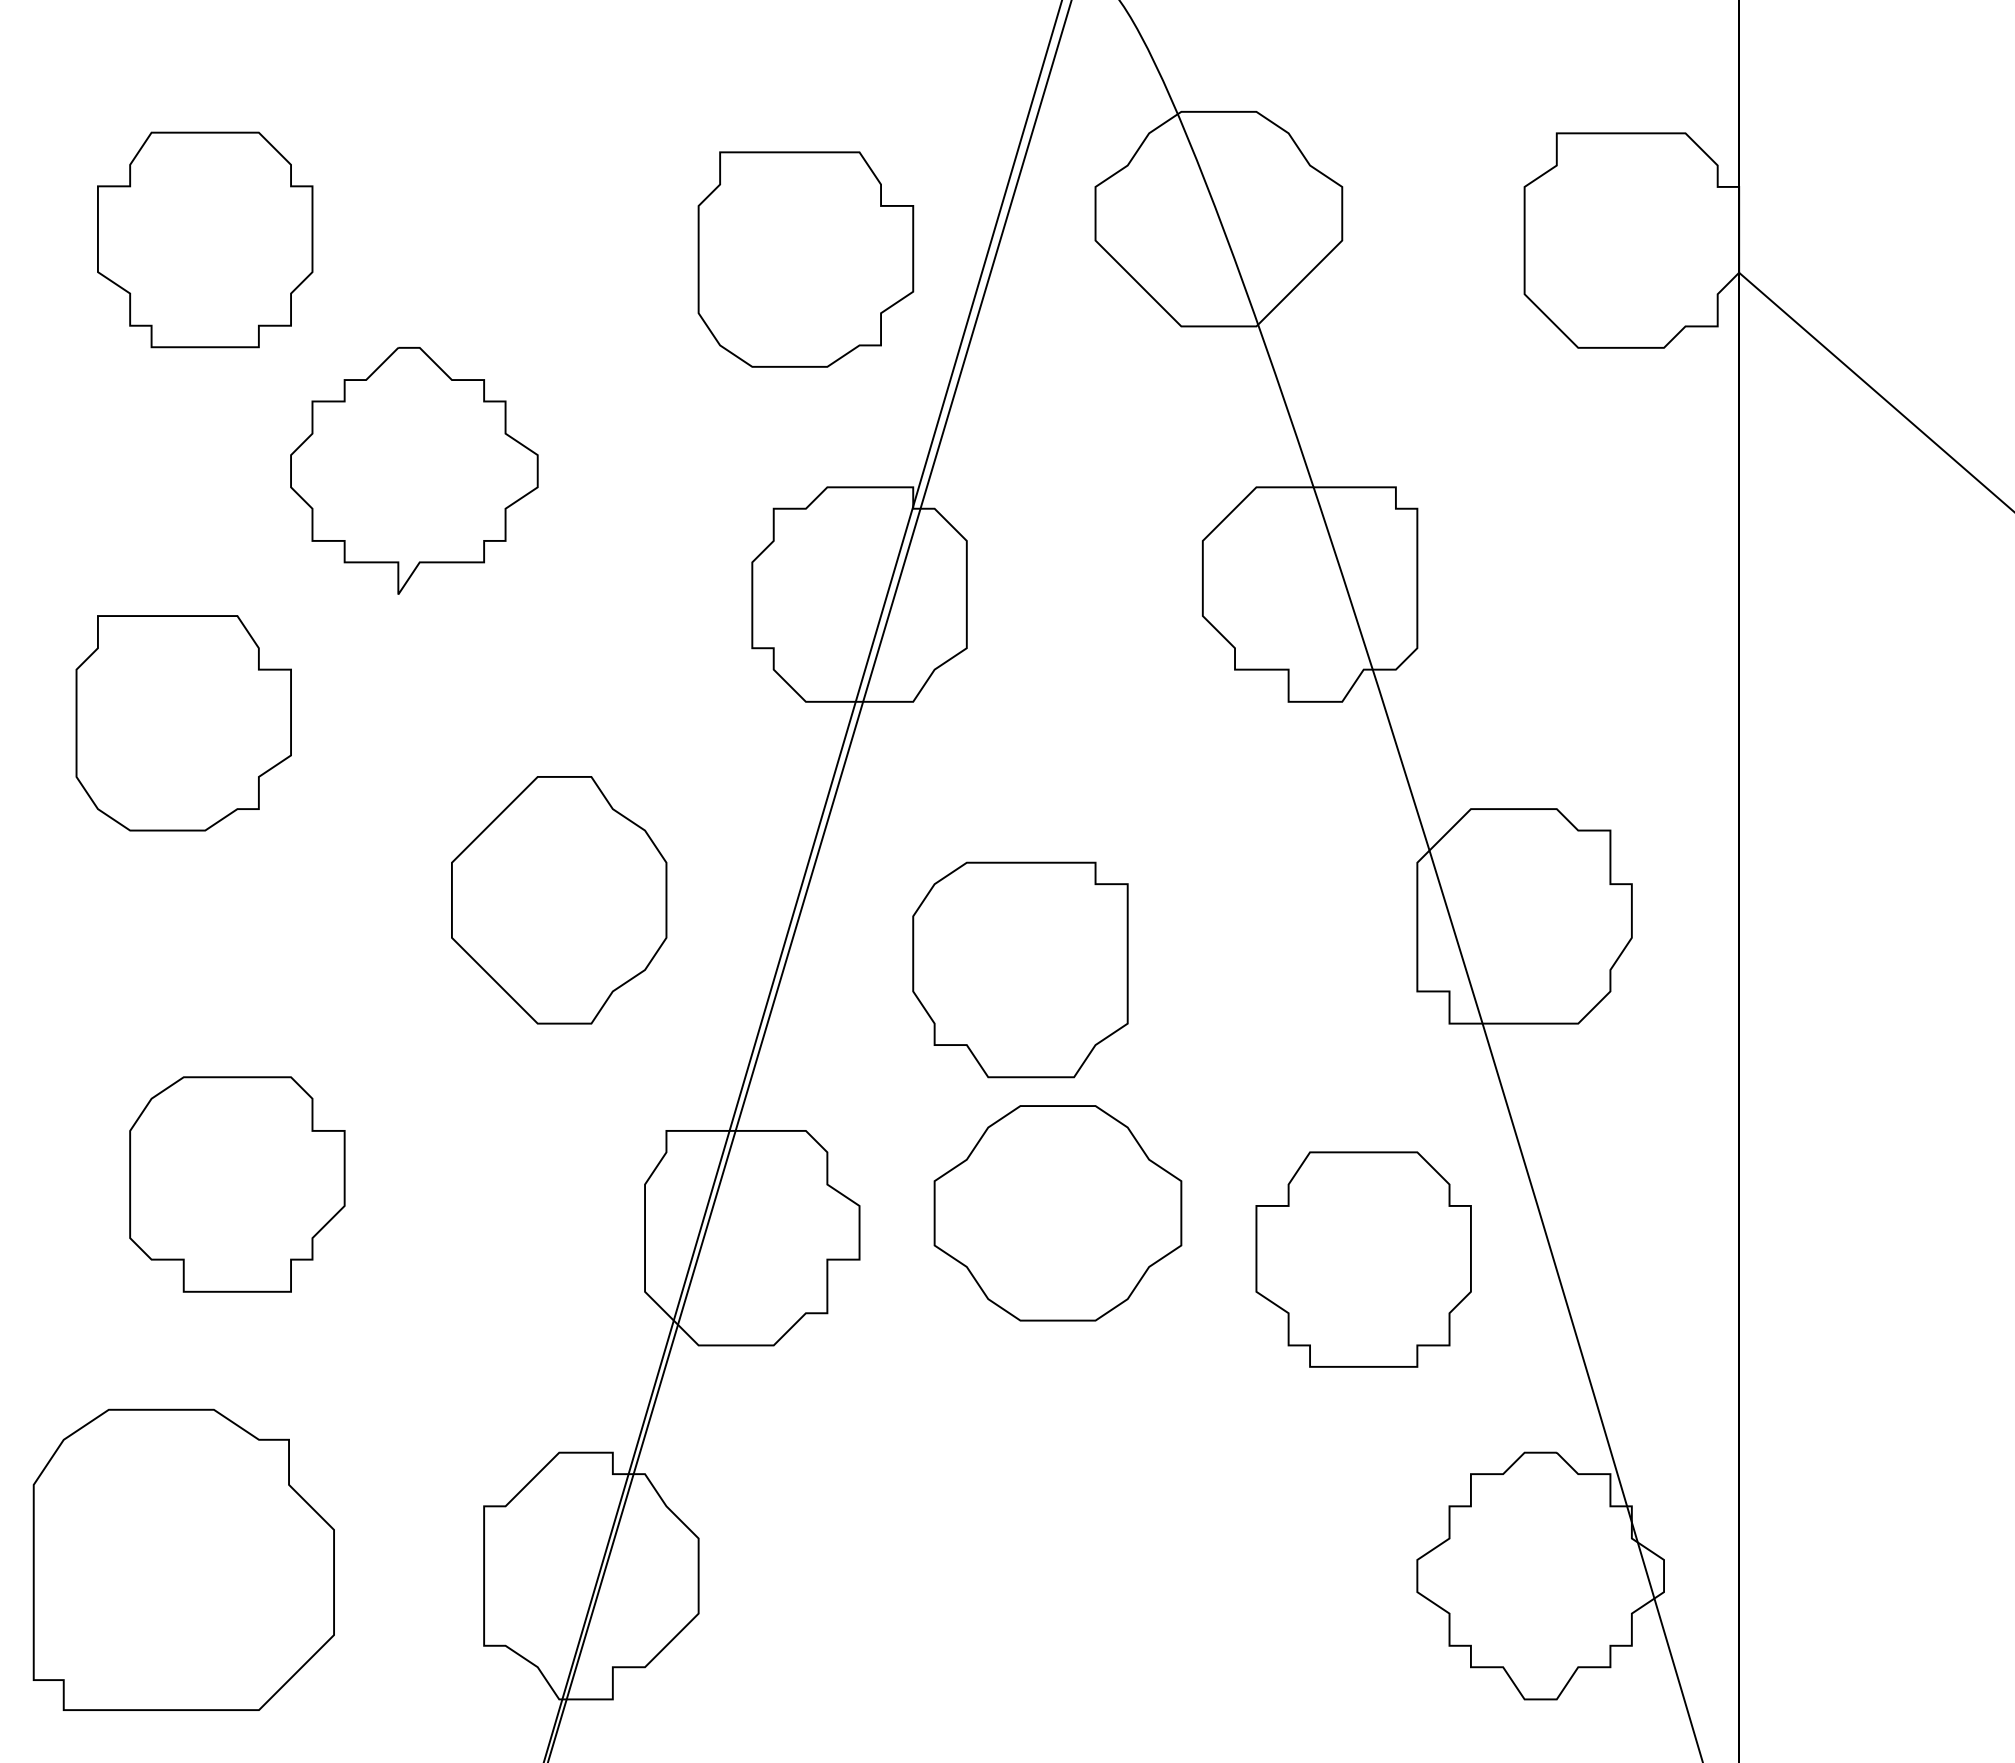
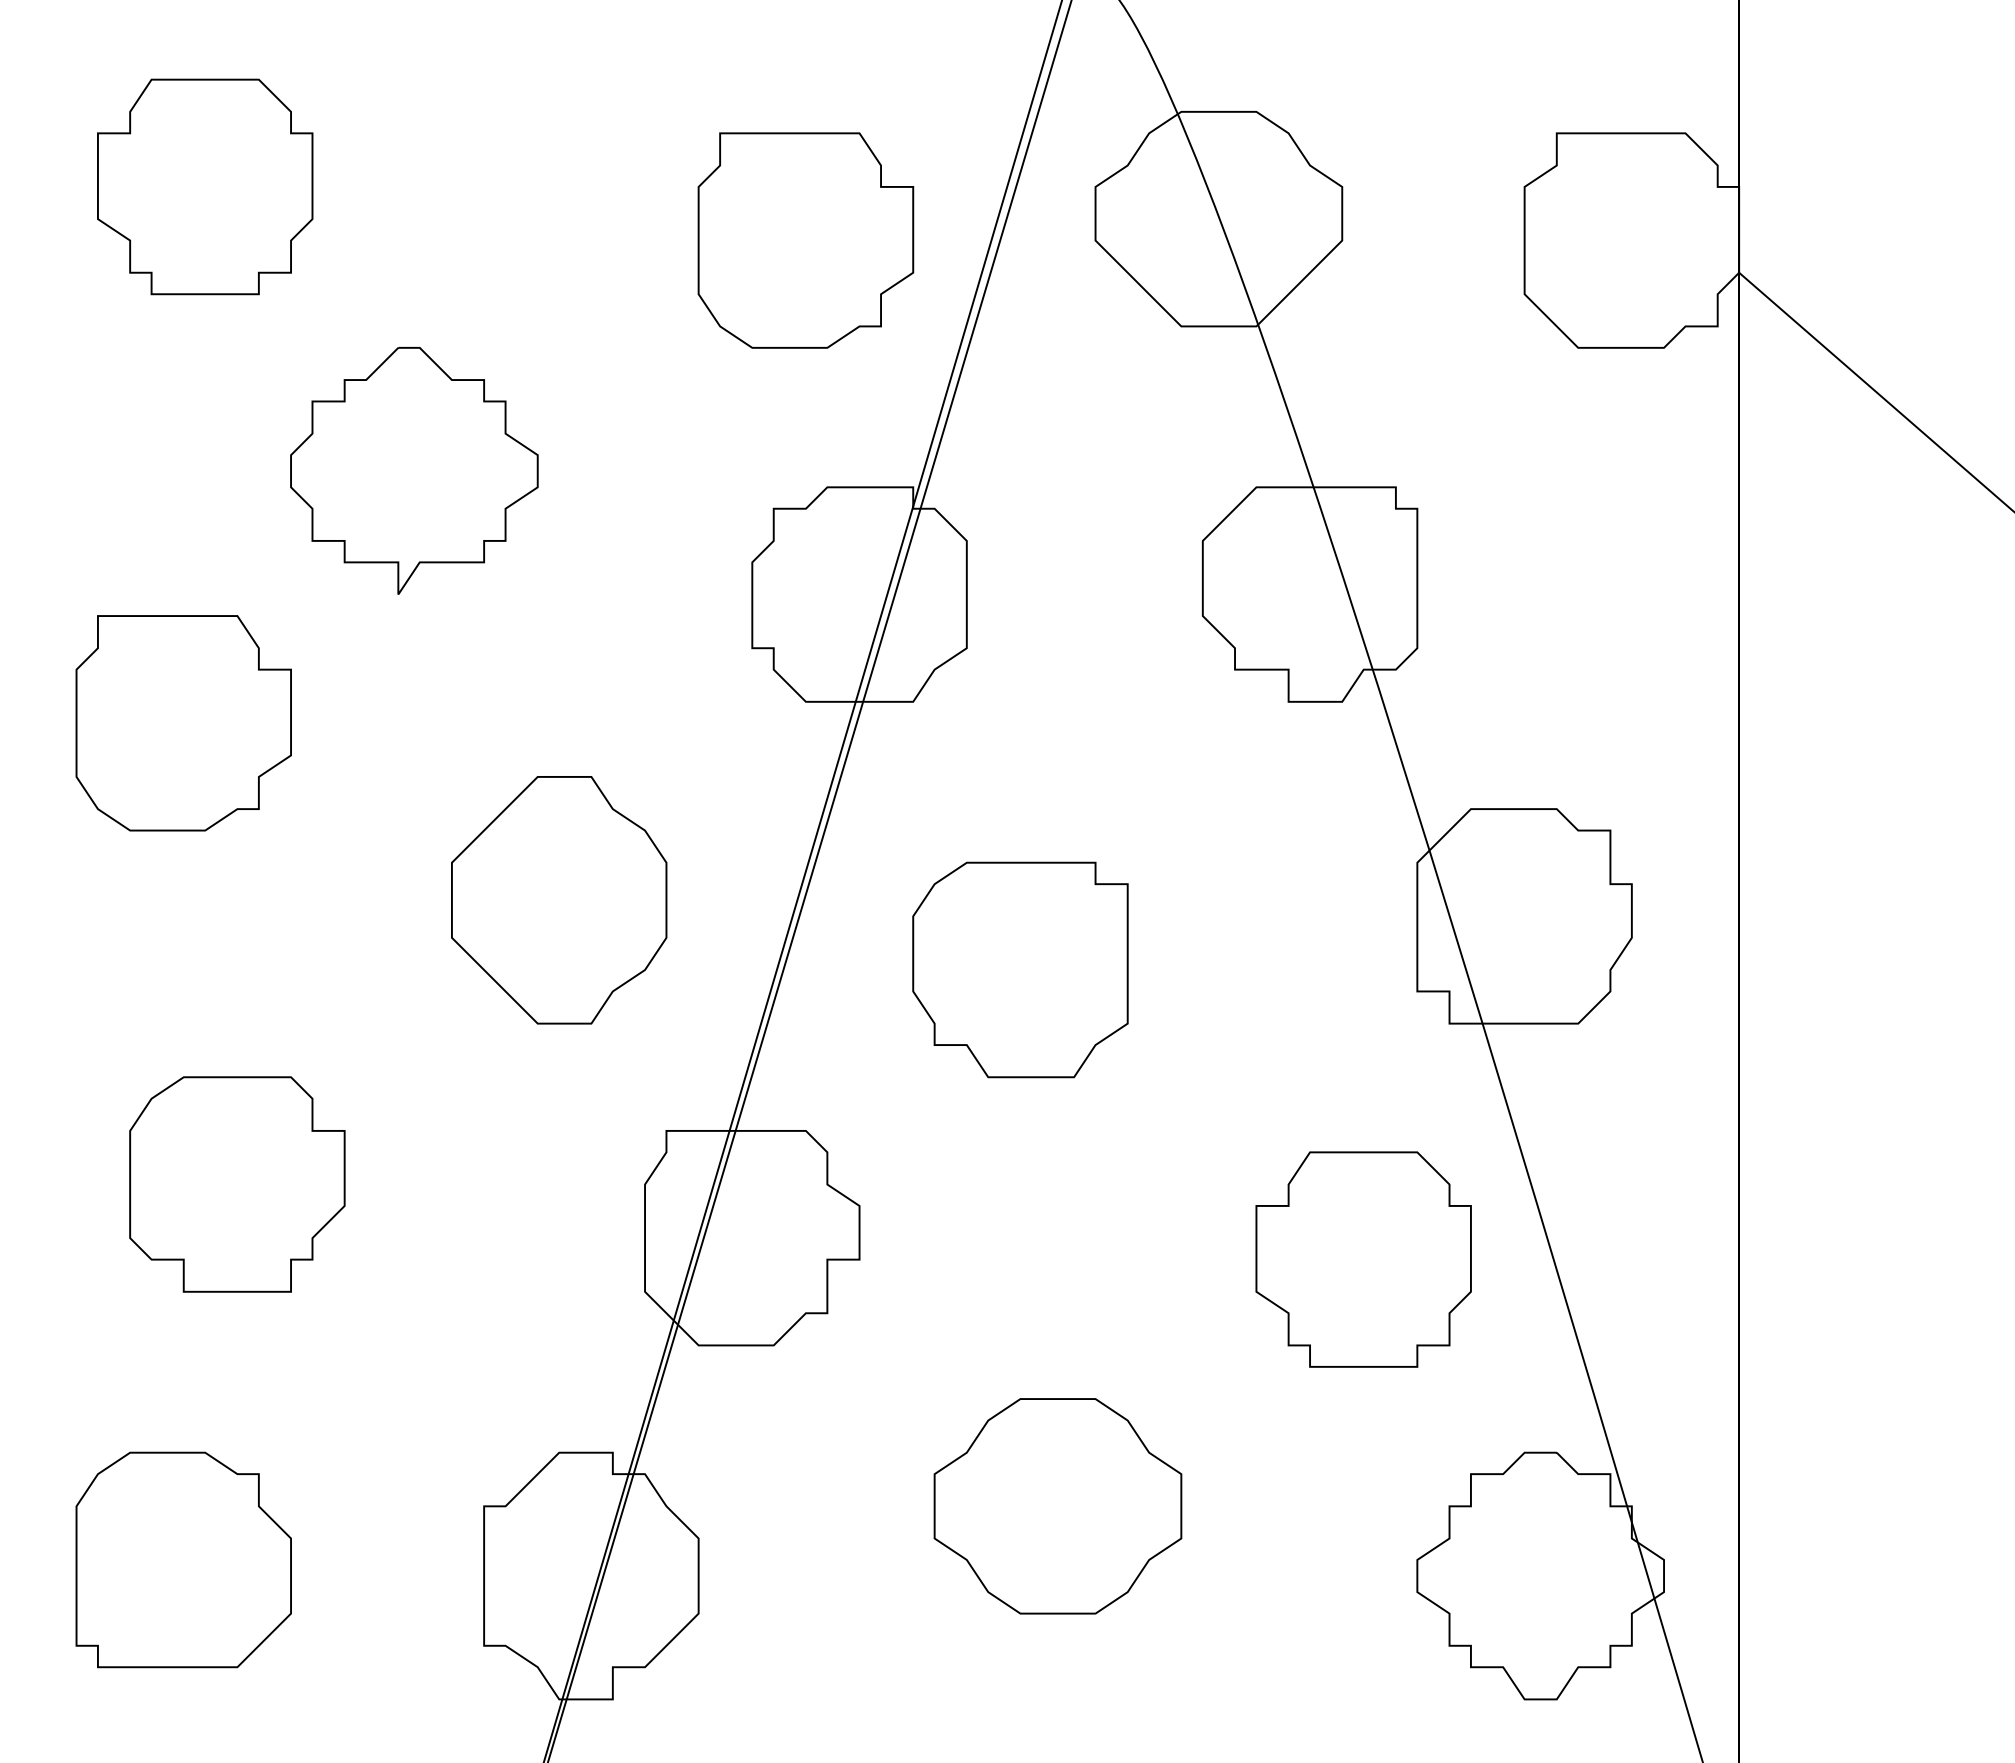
part at (205, 239) position: (205, 239) -> (205, 186)
part at (805, 259) position: (805, 259) -> (805, 240)
part at (1057, 1213) position: (1057, 1213) -> (1057, 1506)
part at (183, 1559) size: 303x303 px -> 217x218 px
